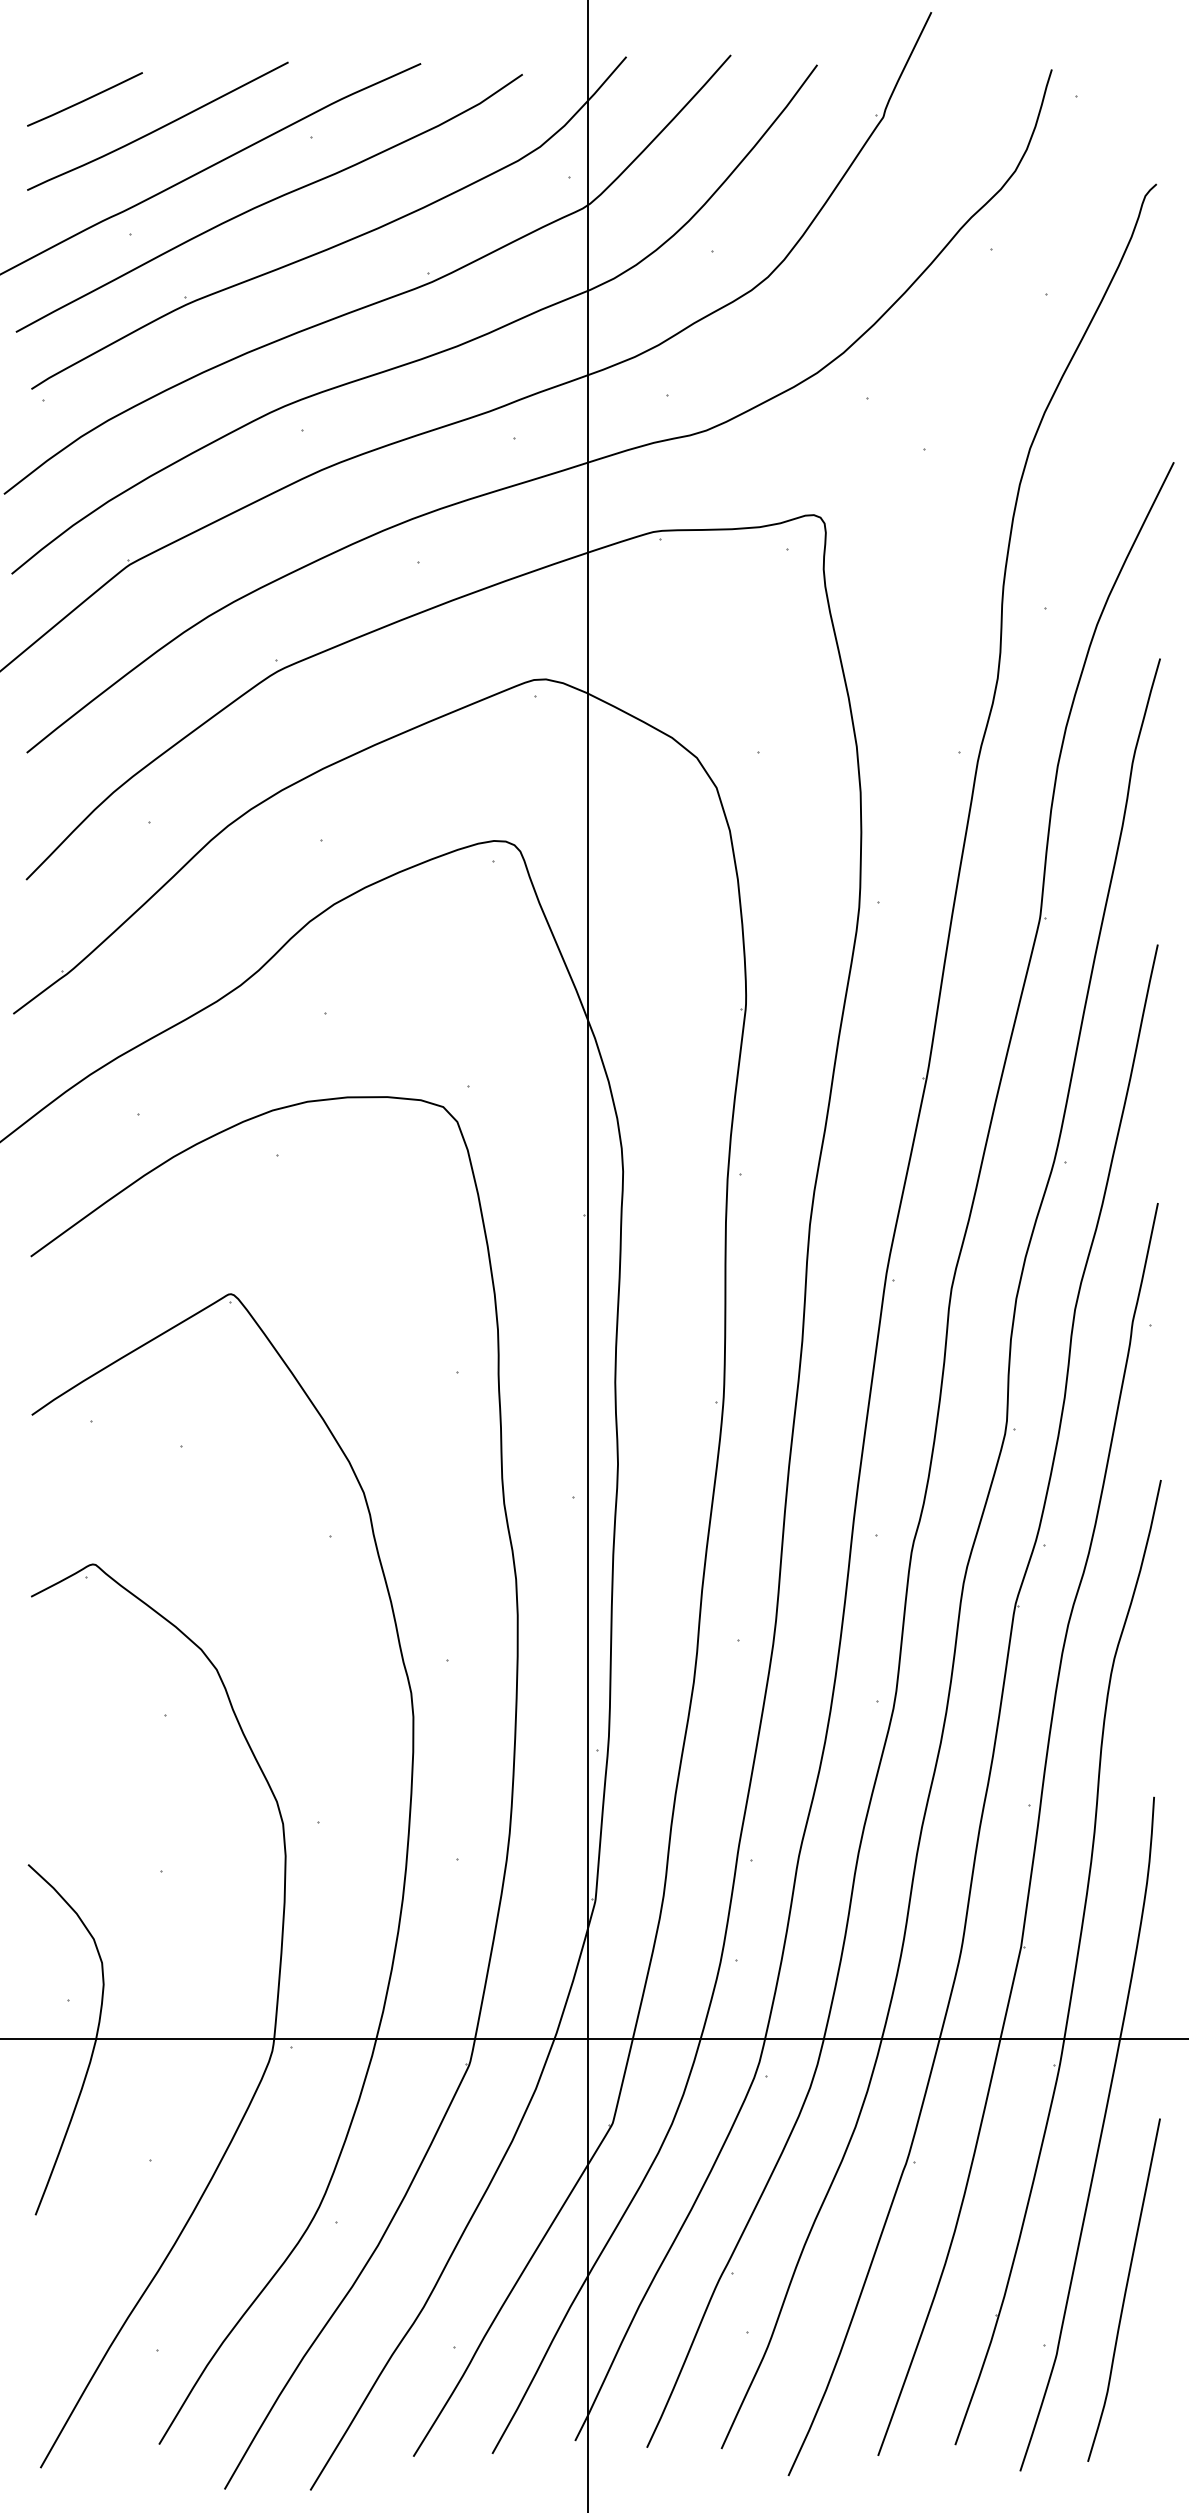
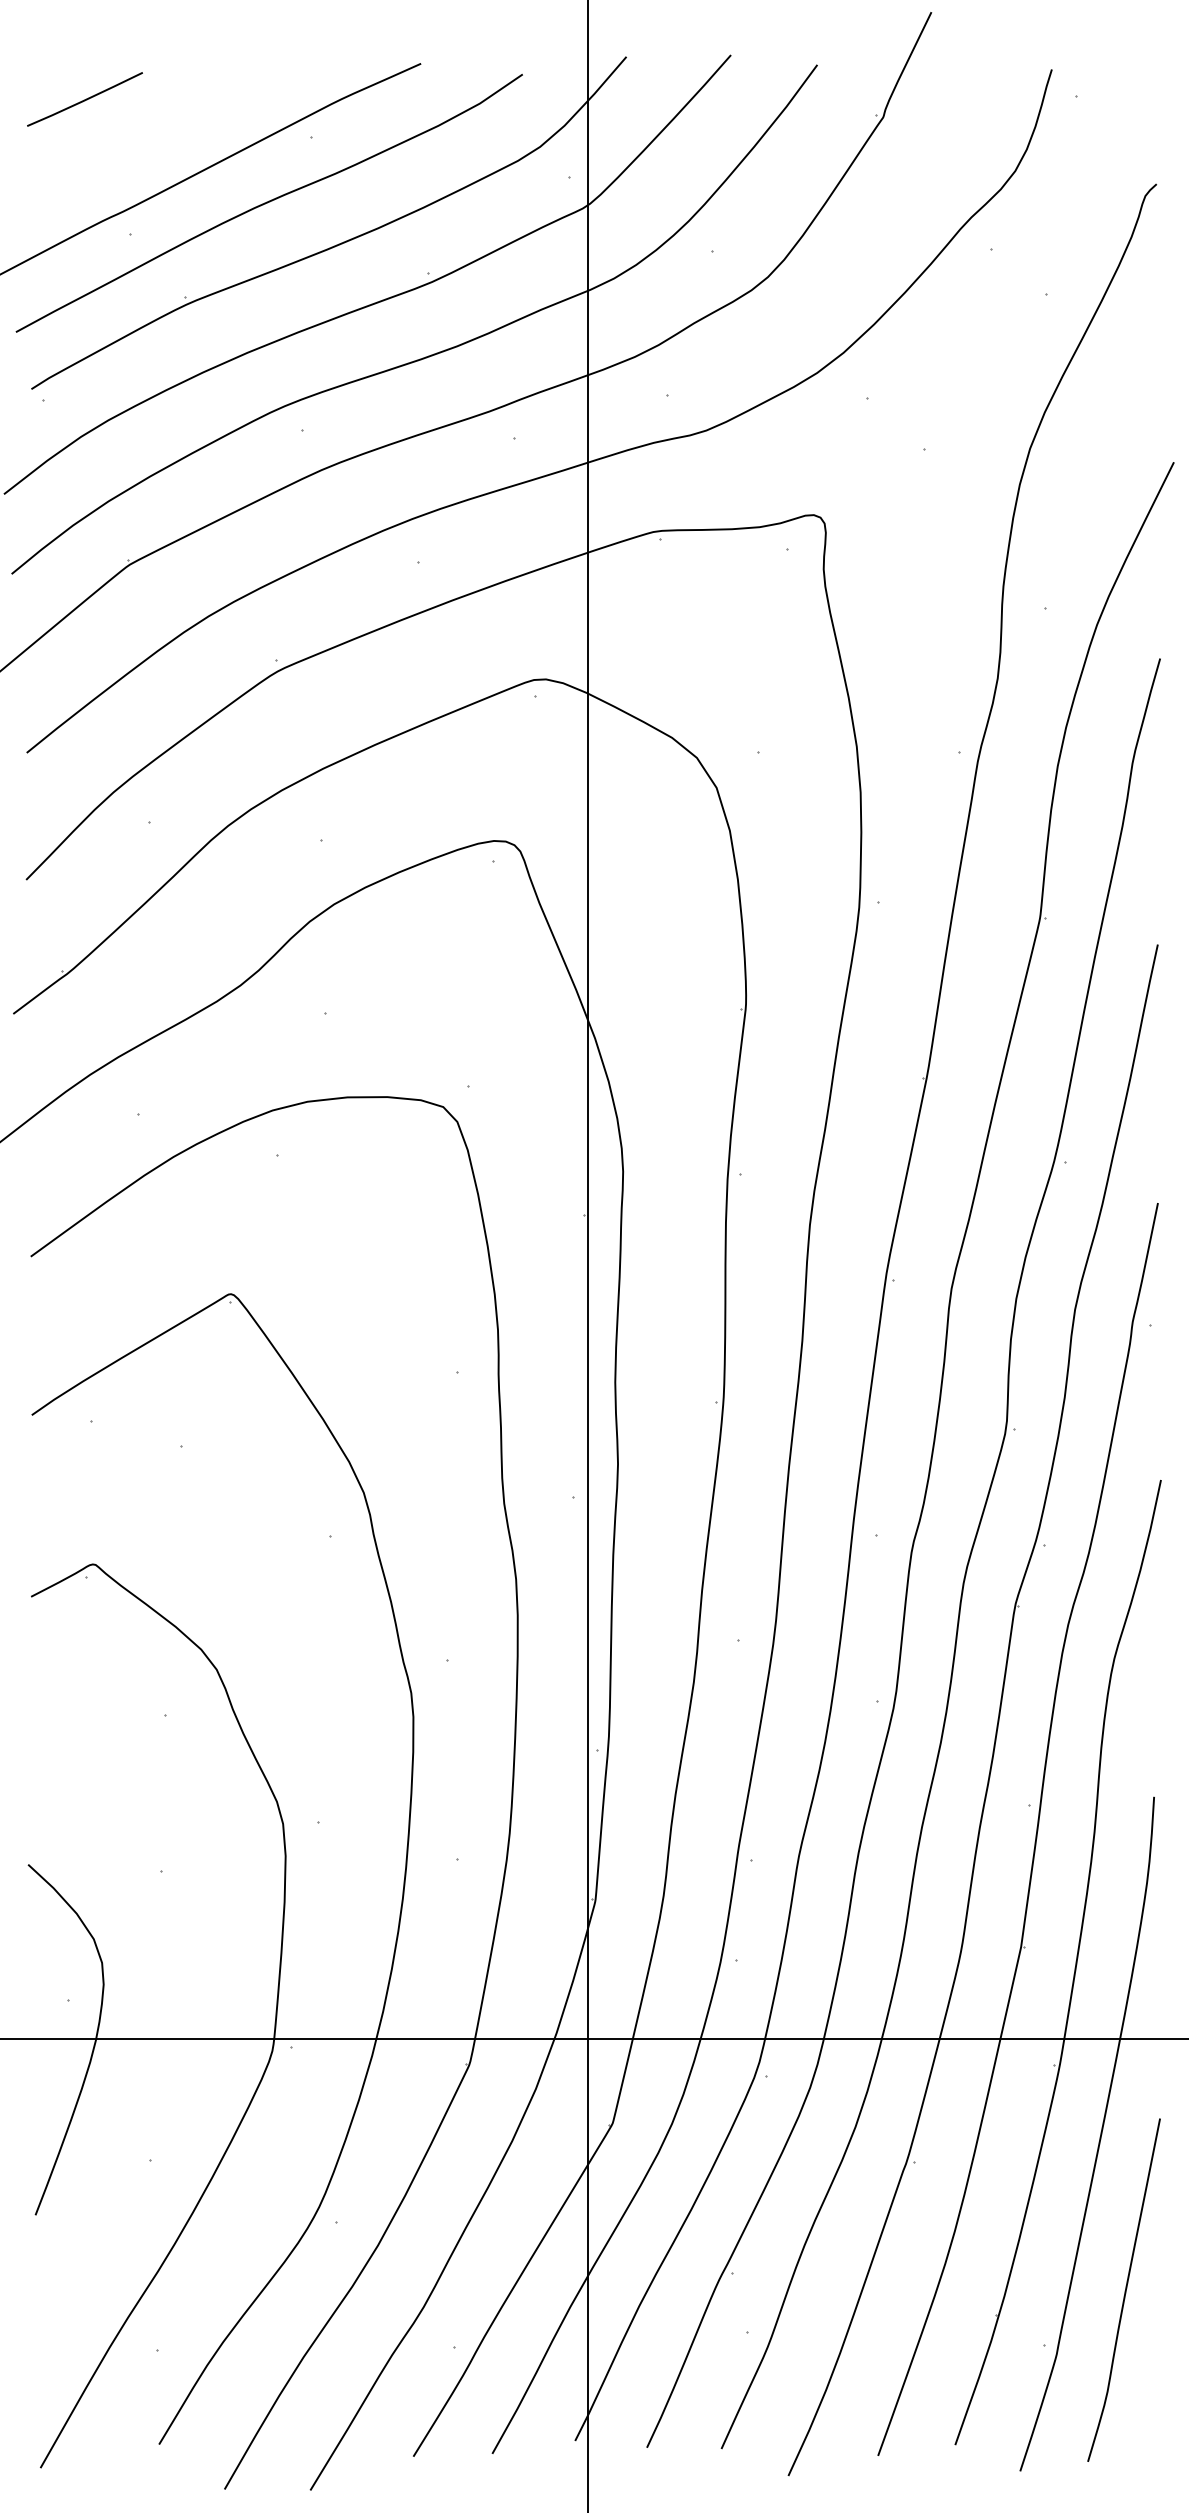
curve at (159, 127): present -> none
